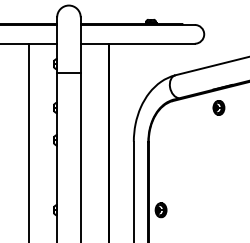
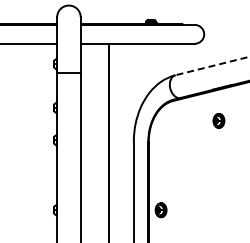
line at (212, 66): solid -> dashed
part at (218, 107) position: (218, 107) -> (218, 120)
line at (28, 141): present -> none
